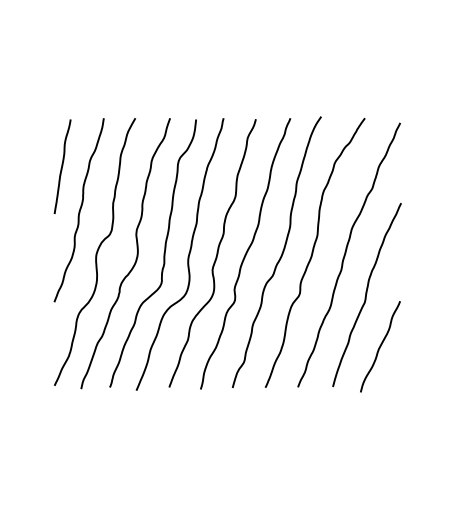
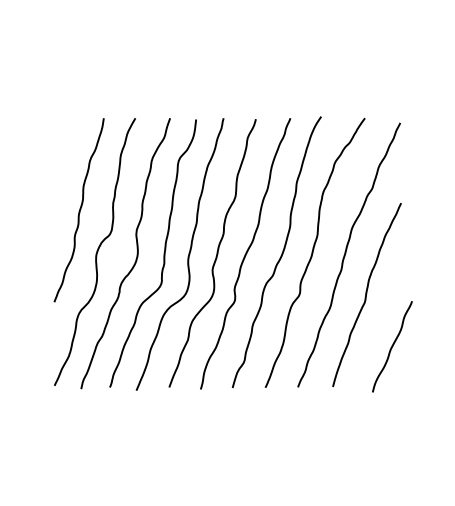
curve at (62, 166): present -> none
curve at (380, 346) position: (380, 346) -> (392, 346)
